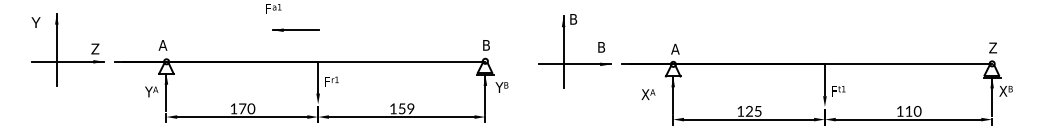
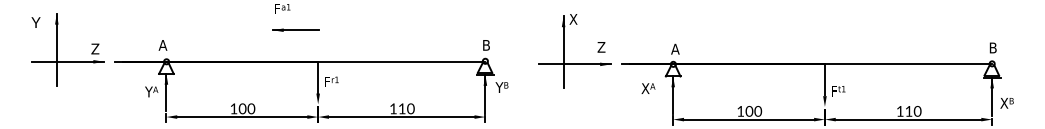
text at (273, 8) position: (273, 8) -> (282, 8)
text at (573, 19): B -> X
text at (601, 47): B -> Z
text at (992, 47): Z -> B
text at (1005, 91) position: (1005, 91) -> (1006, 103)
text at (648, 94) position: (648, 94) -> (648, 88)
text at (242, 108): 170 -> 100
text at (406, 108): 159 -> 110
text at (753, 111): 125 -> 100
